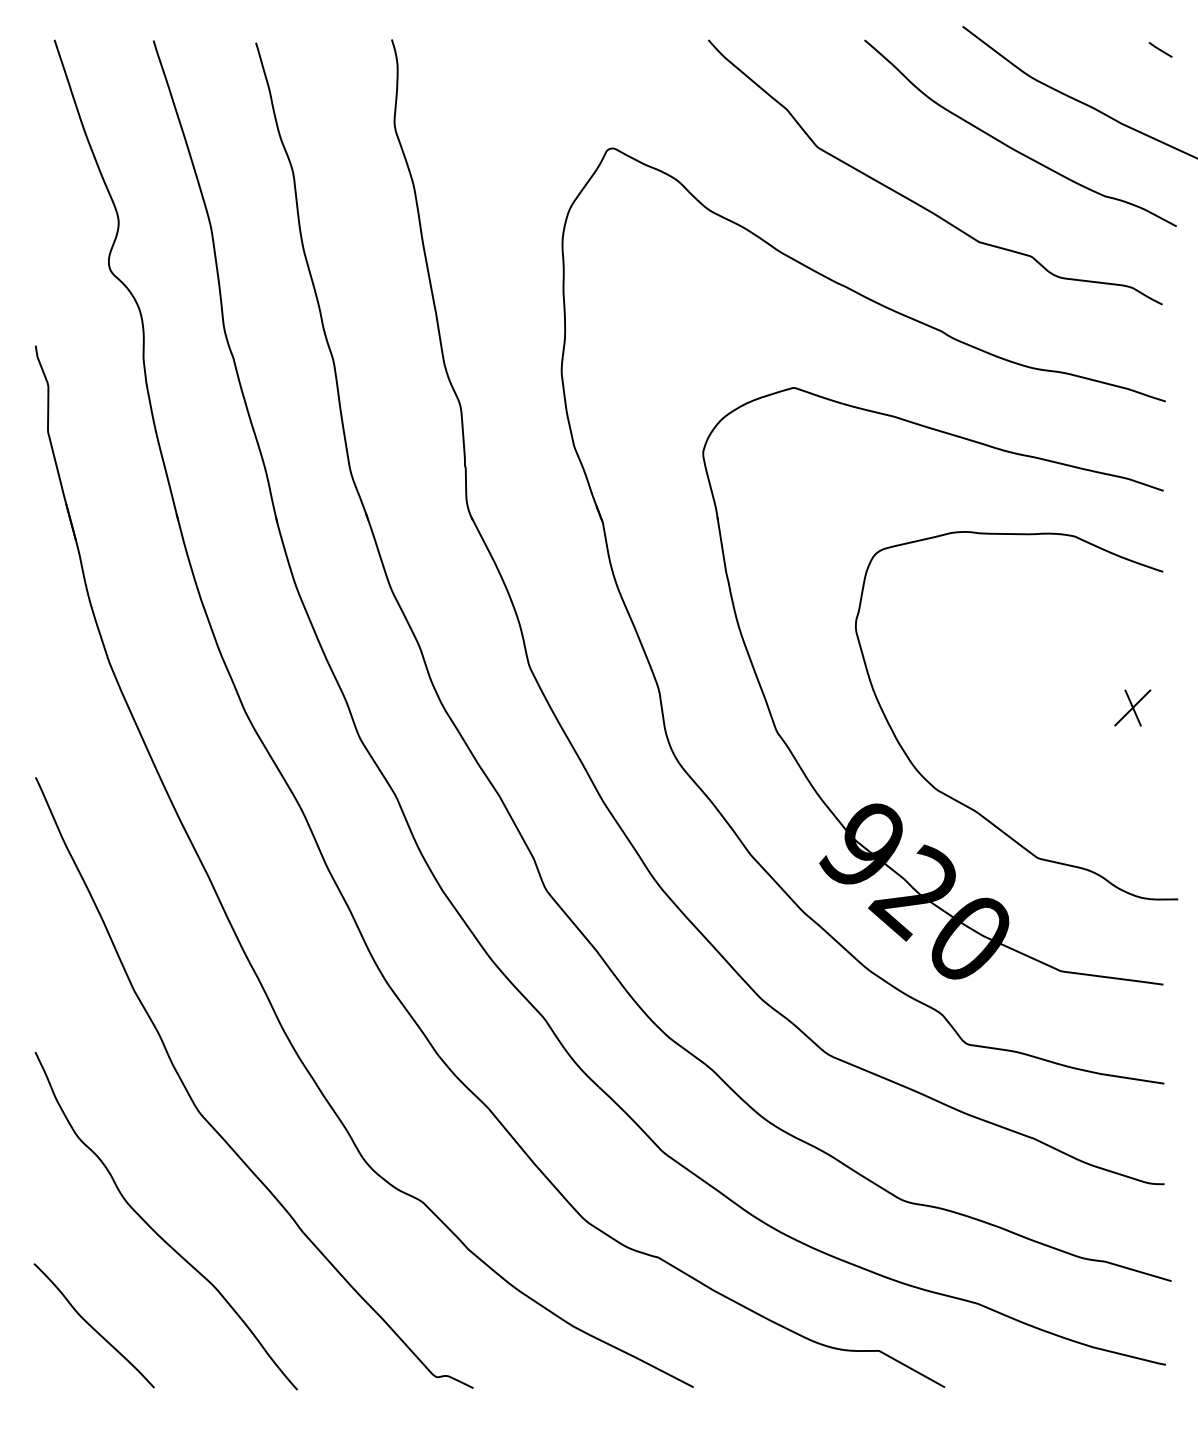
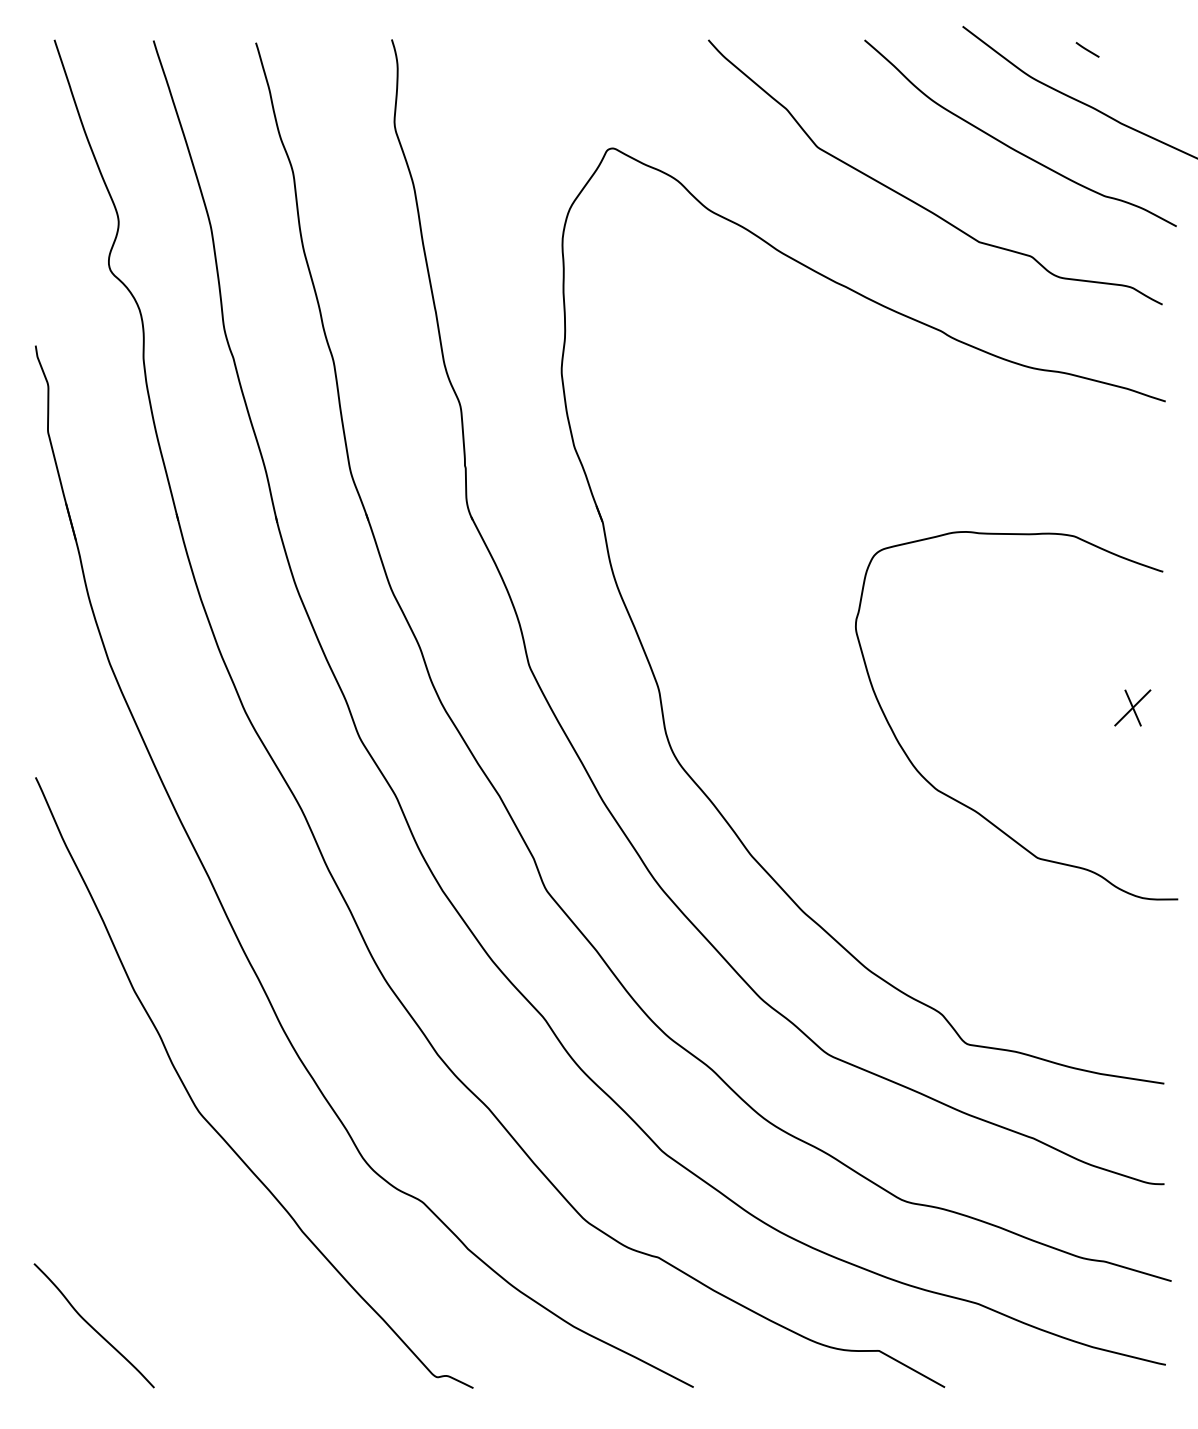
line at (1160, 49) position: (1160, 49) -> (1087, 49)
part at (887, 805): present -> none
curve at (158, 1233): present -> none
